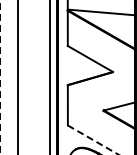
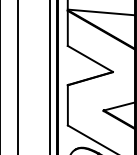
line at (0, 76): dashed -> solid
line at (93, 140): dashed -> solid
